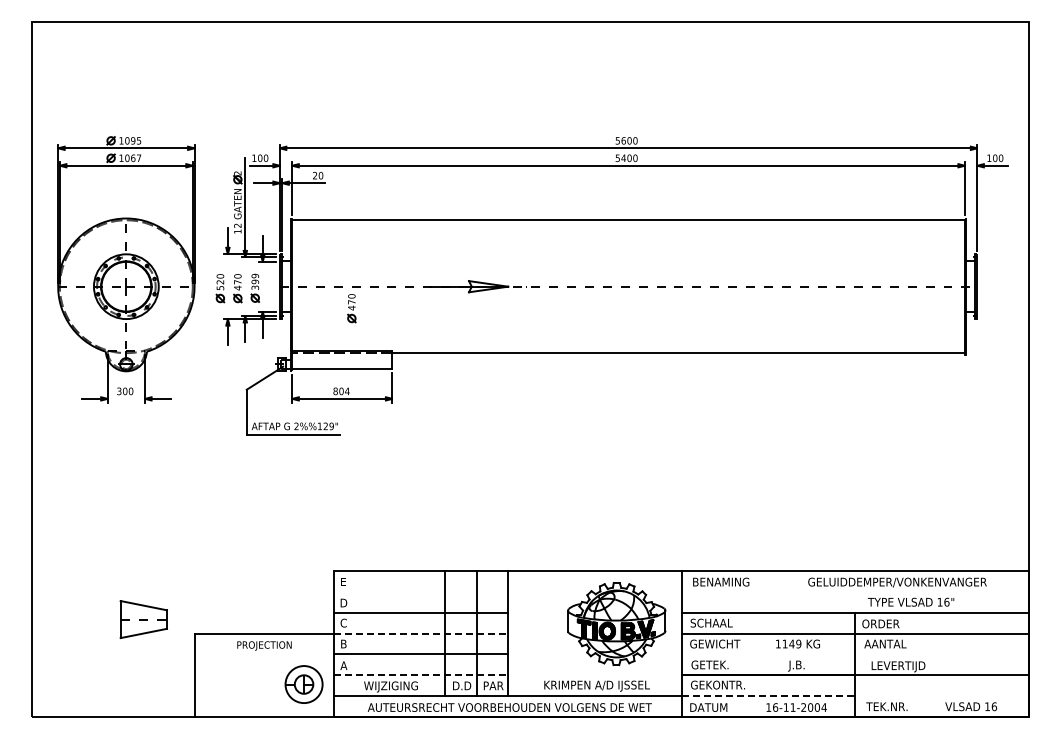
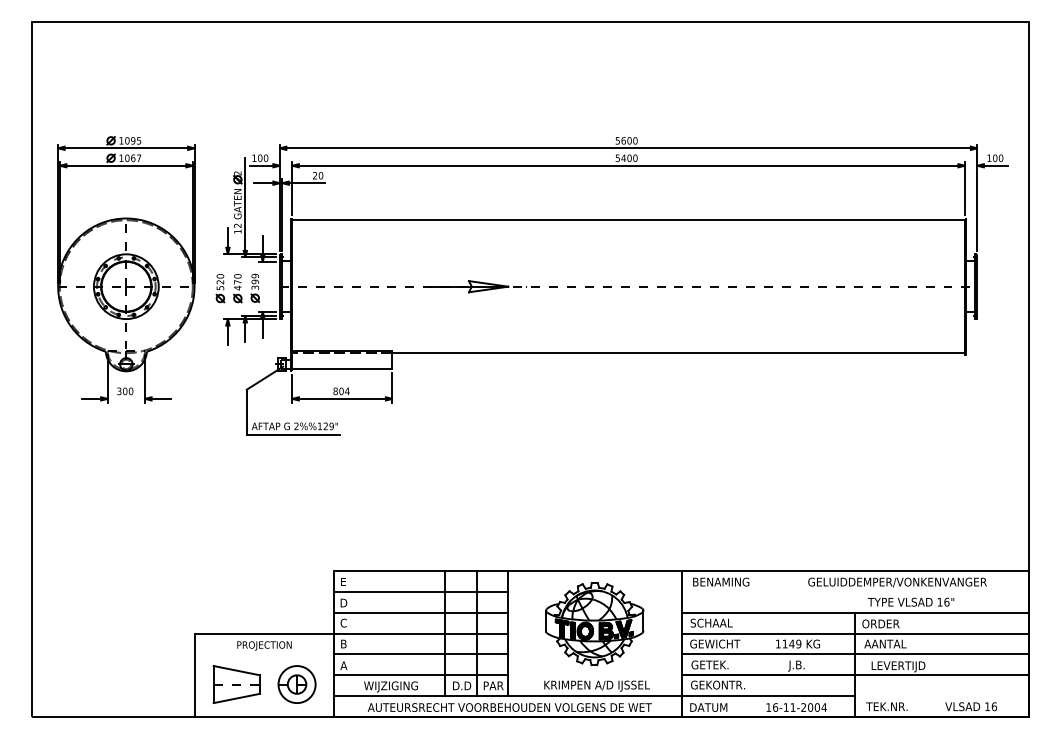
part at (351, 308): present -> none
line at (420, 591): none -> present
part at (143, 619) position: (143, 619) -> (236, 684)
part at (616, 624) position: (616, 624) -> (594, 624)
line at (421, 633): dashed -> solid
line at (855, 654): none -> present
line at (421, 675): dashed -> solid
part at (303, 684) position: (303, 684) -> (296, 684)
line at (768, 696): dashed -> solid
